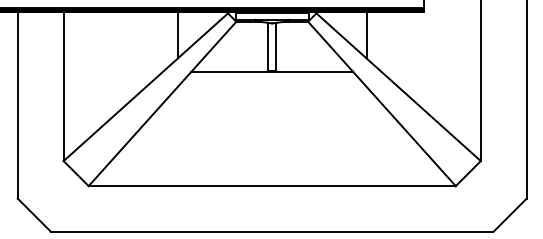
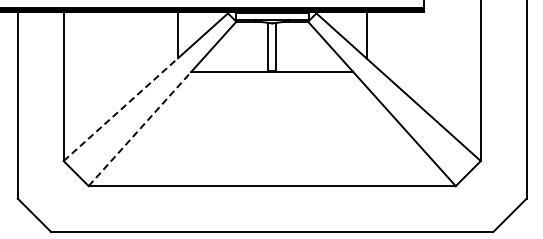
line at (120, 109): solid -> dashed
line at (140, 128): solid -> dashed
